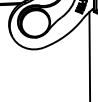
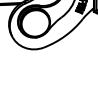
line at (89, 55): present -> none
